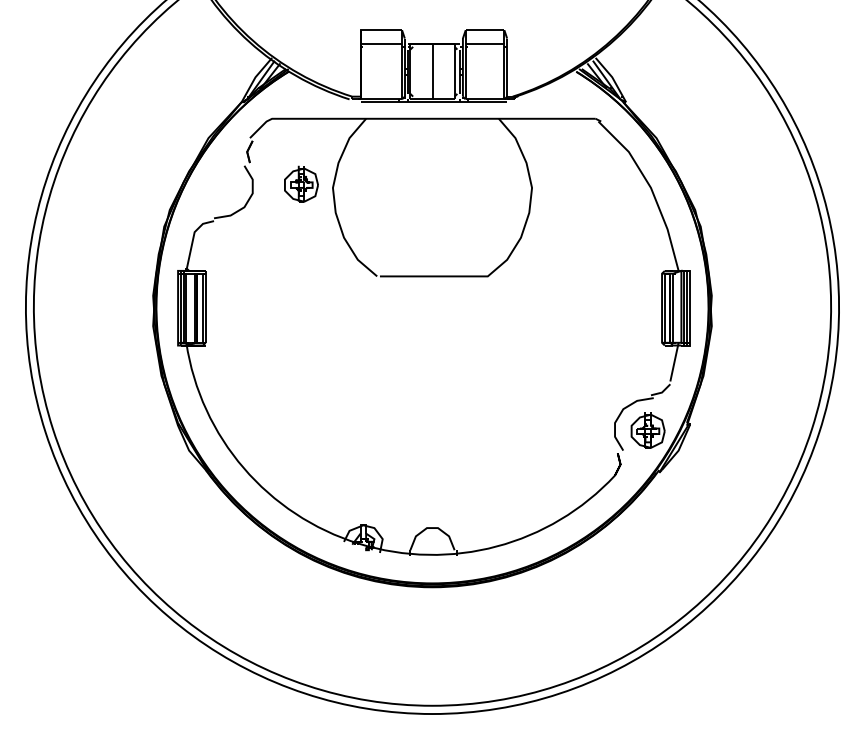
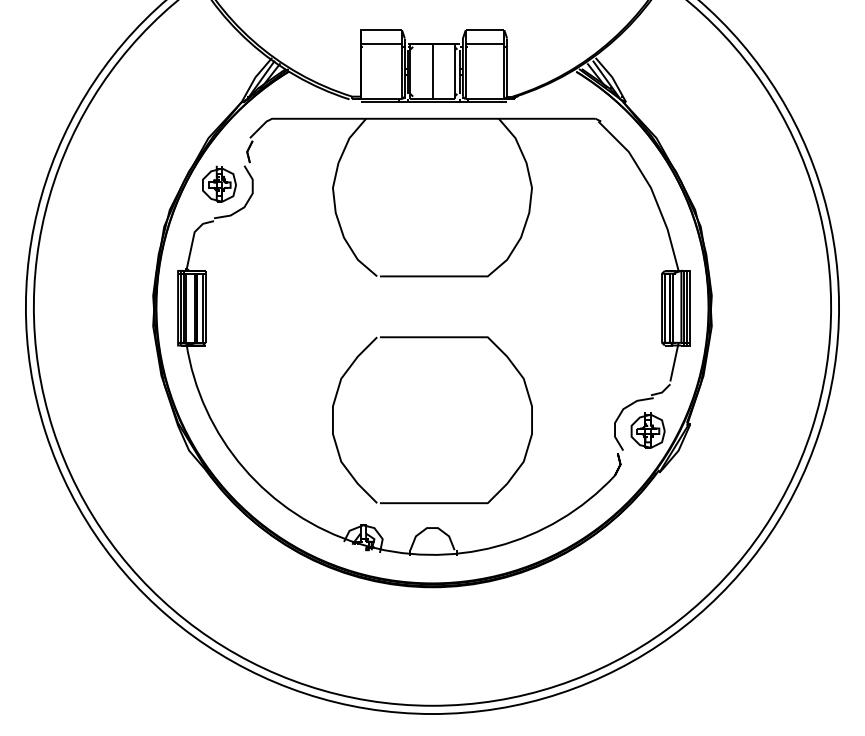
part at (301, 183) position: (301, 183) -> (219, 183)
part at (432, 338): none -> present
